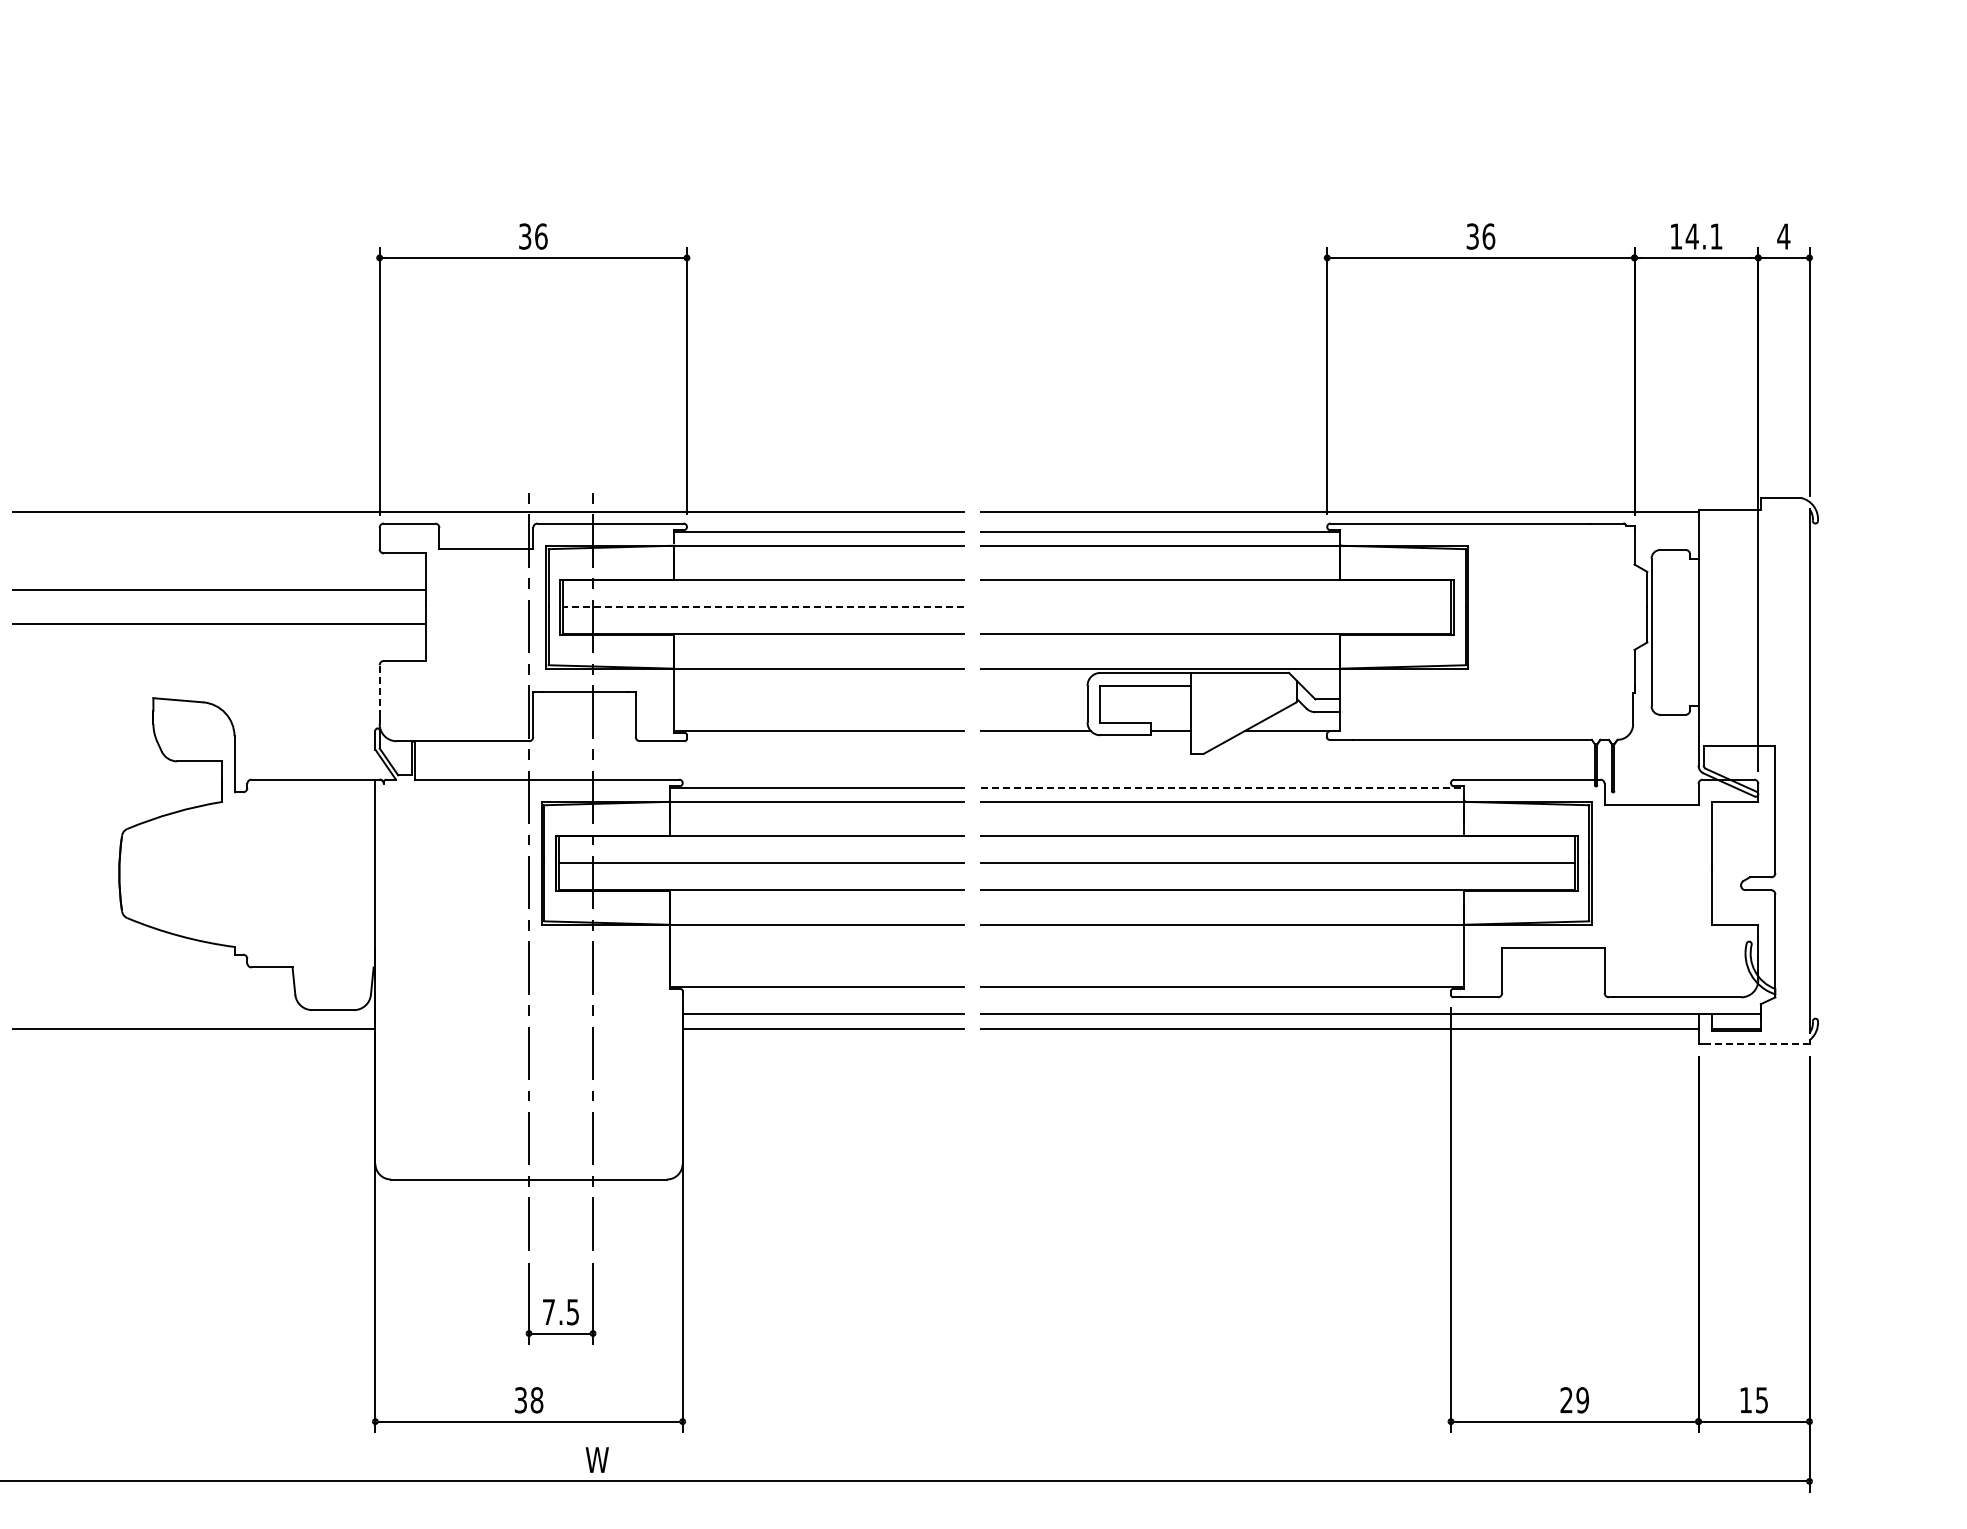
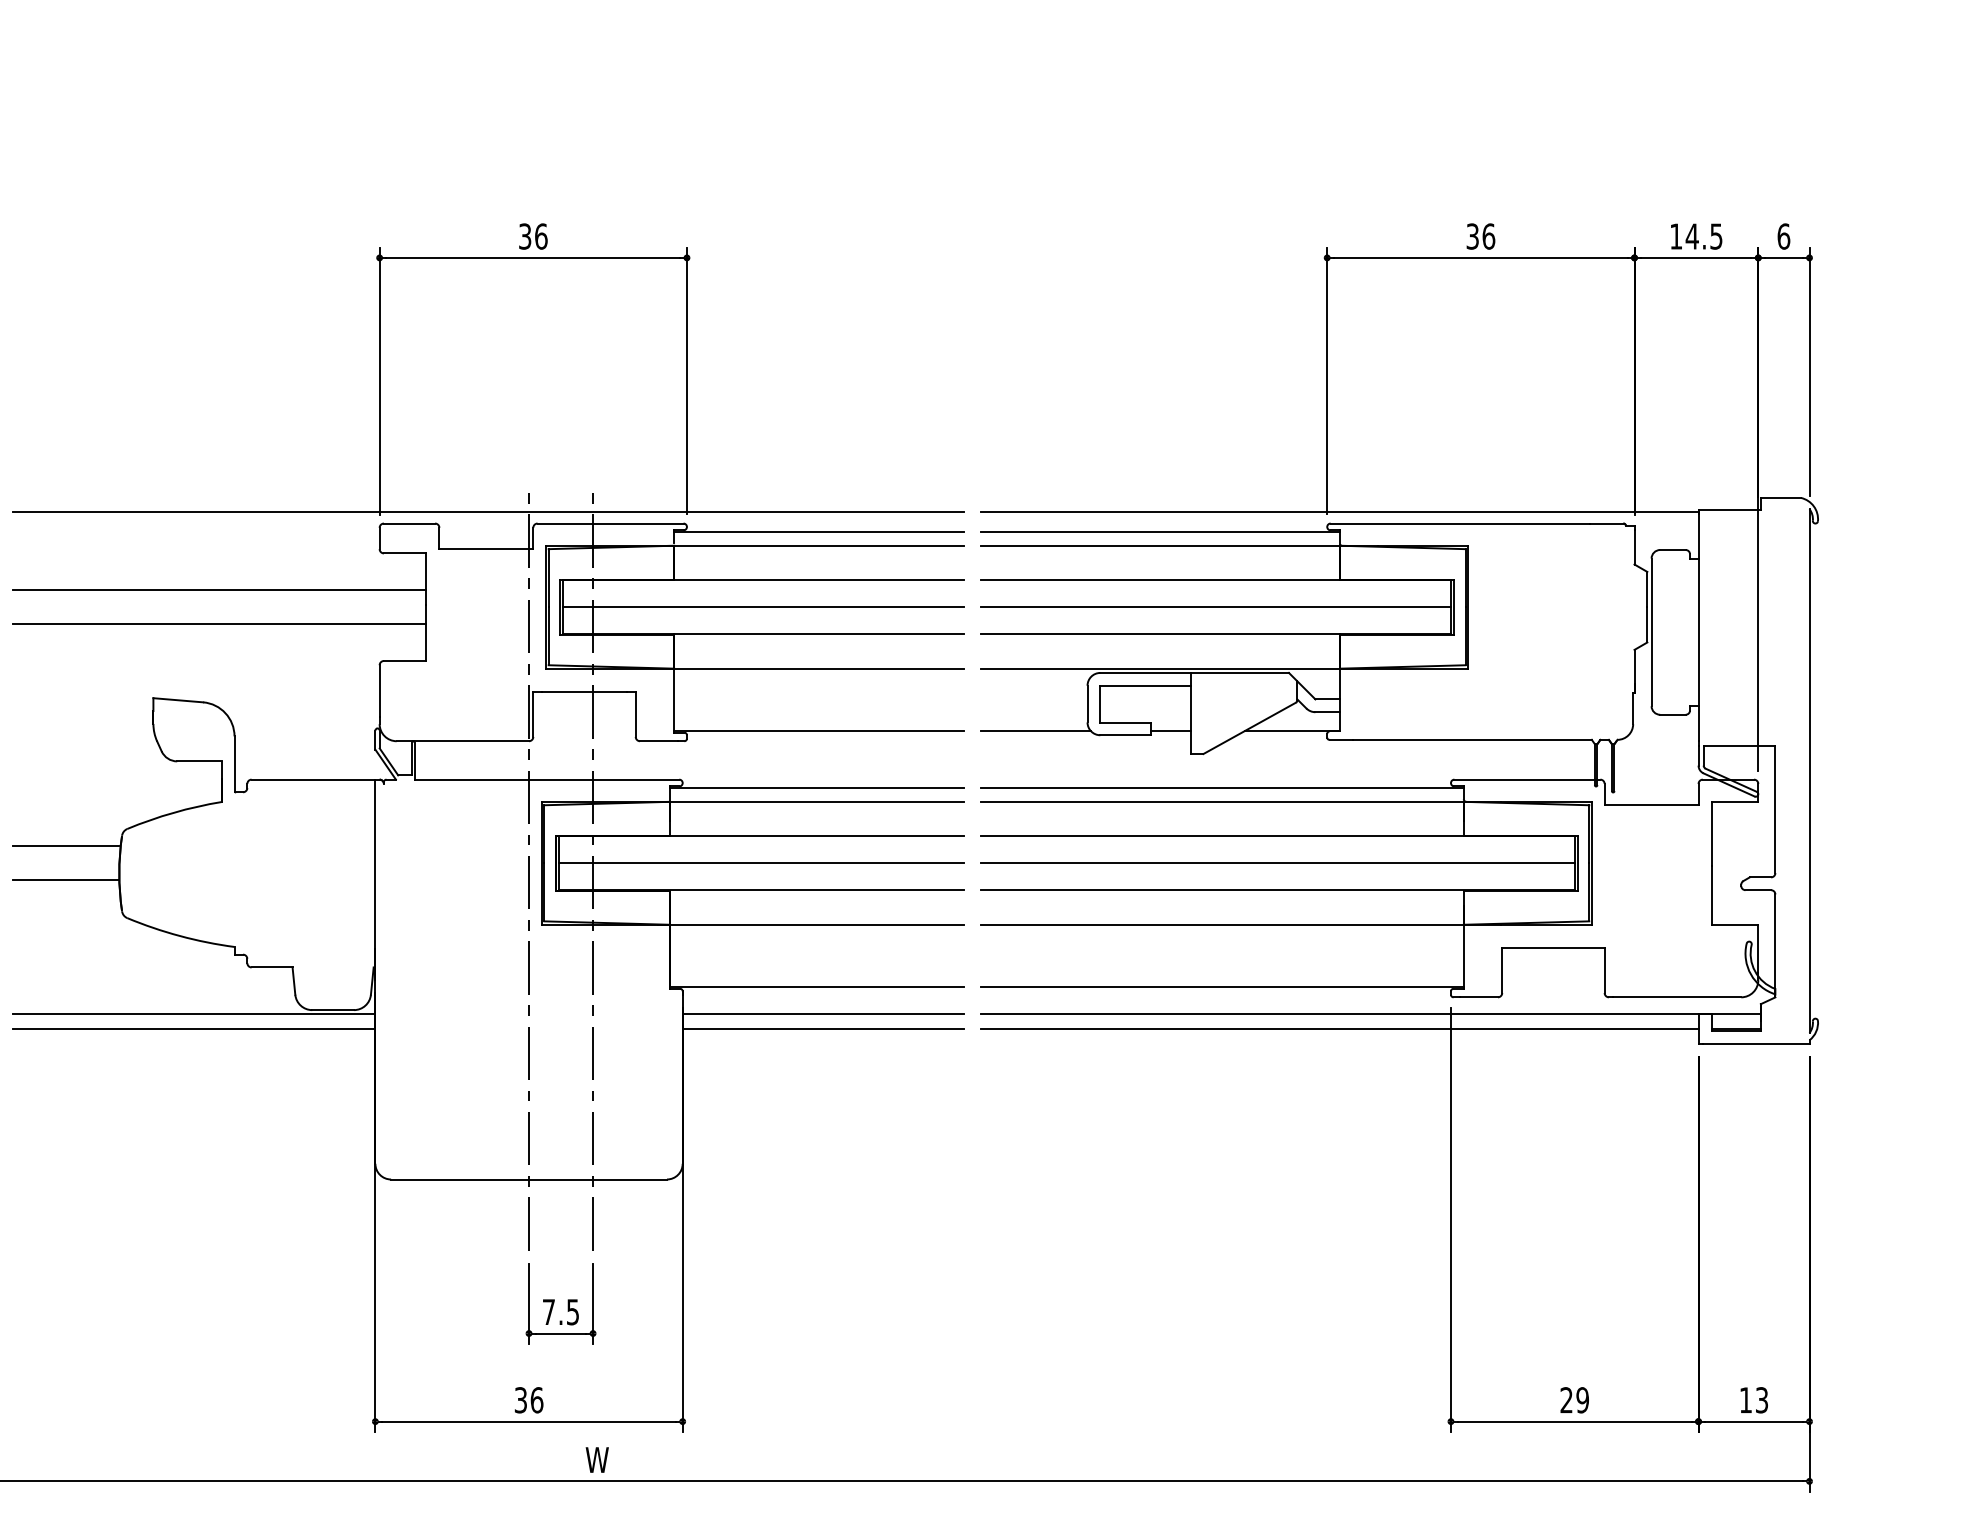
text at (1716, 236): 14.1 -> 14.5
text at (1783, 236): 4 -> 6
line at (763, 607): dashed -> solid
line at (1216, 607): none -> present
line at (379, 690): dashed -> solid
line at (1223, 788): dashed -> solid
line at (66, 846): none -> present
line at (66, 880): none -> present
line at (194, 1013): none -> present
line at (1755, 1044): dashed -> solid
text at (1761, 1399): 15 -> 13
text at (536, 1400): 38 -> 36
